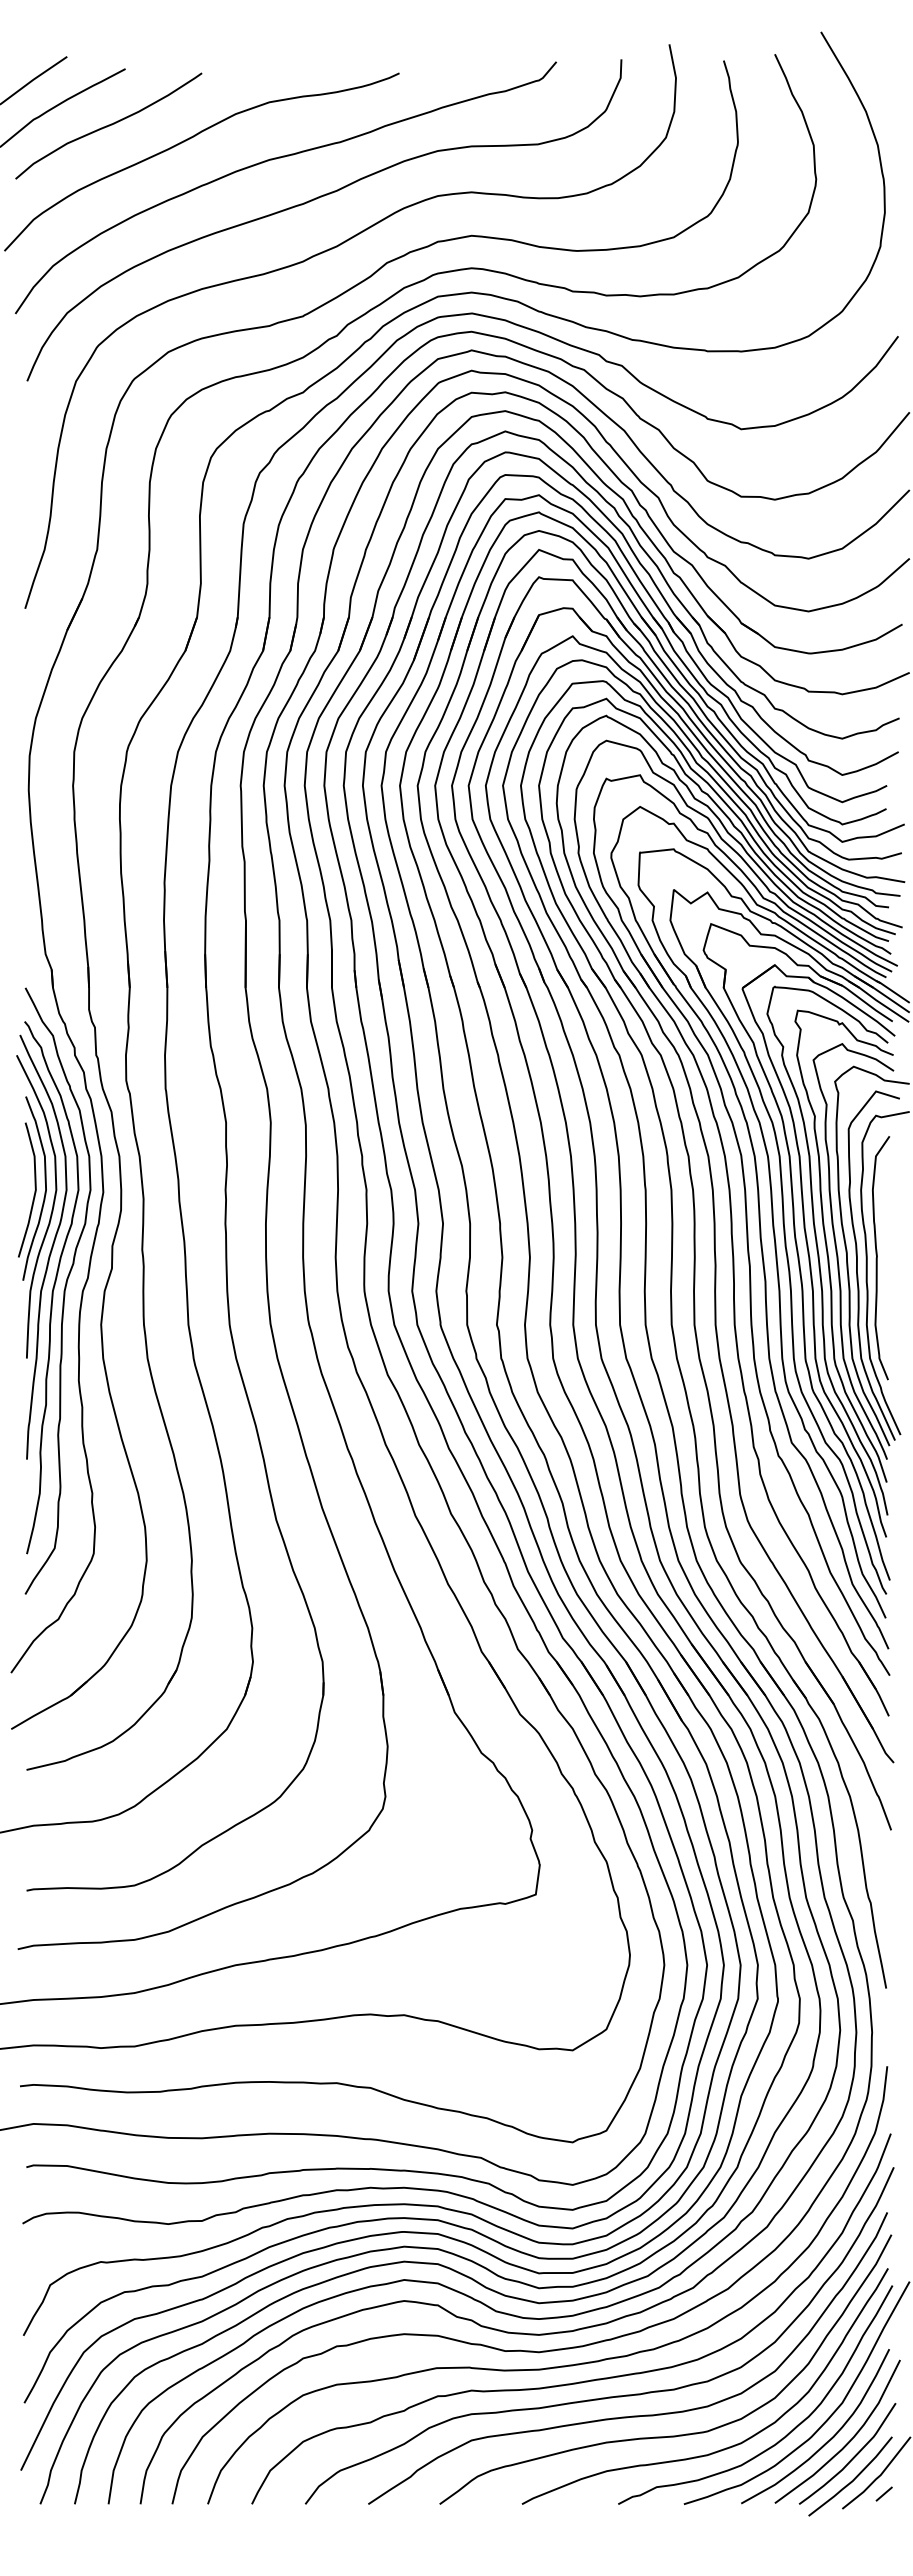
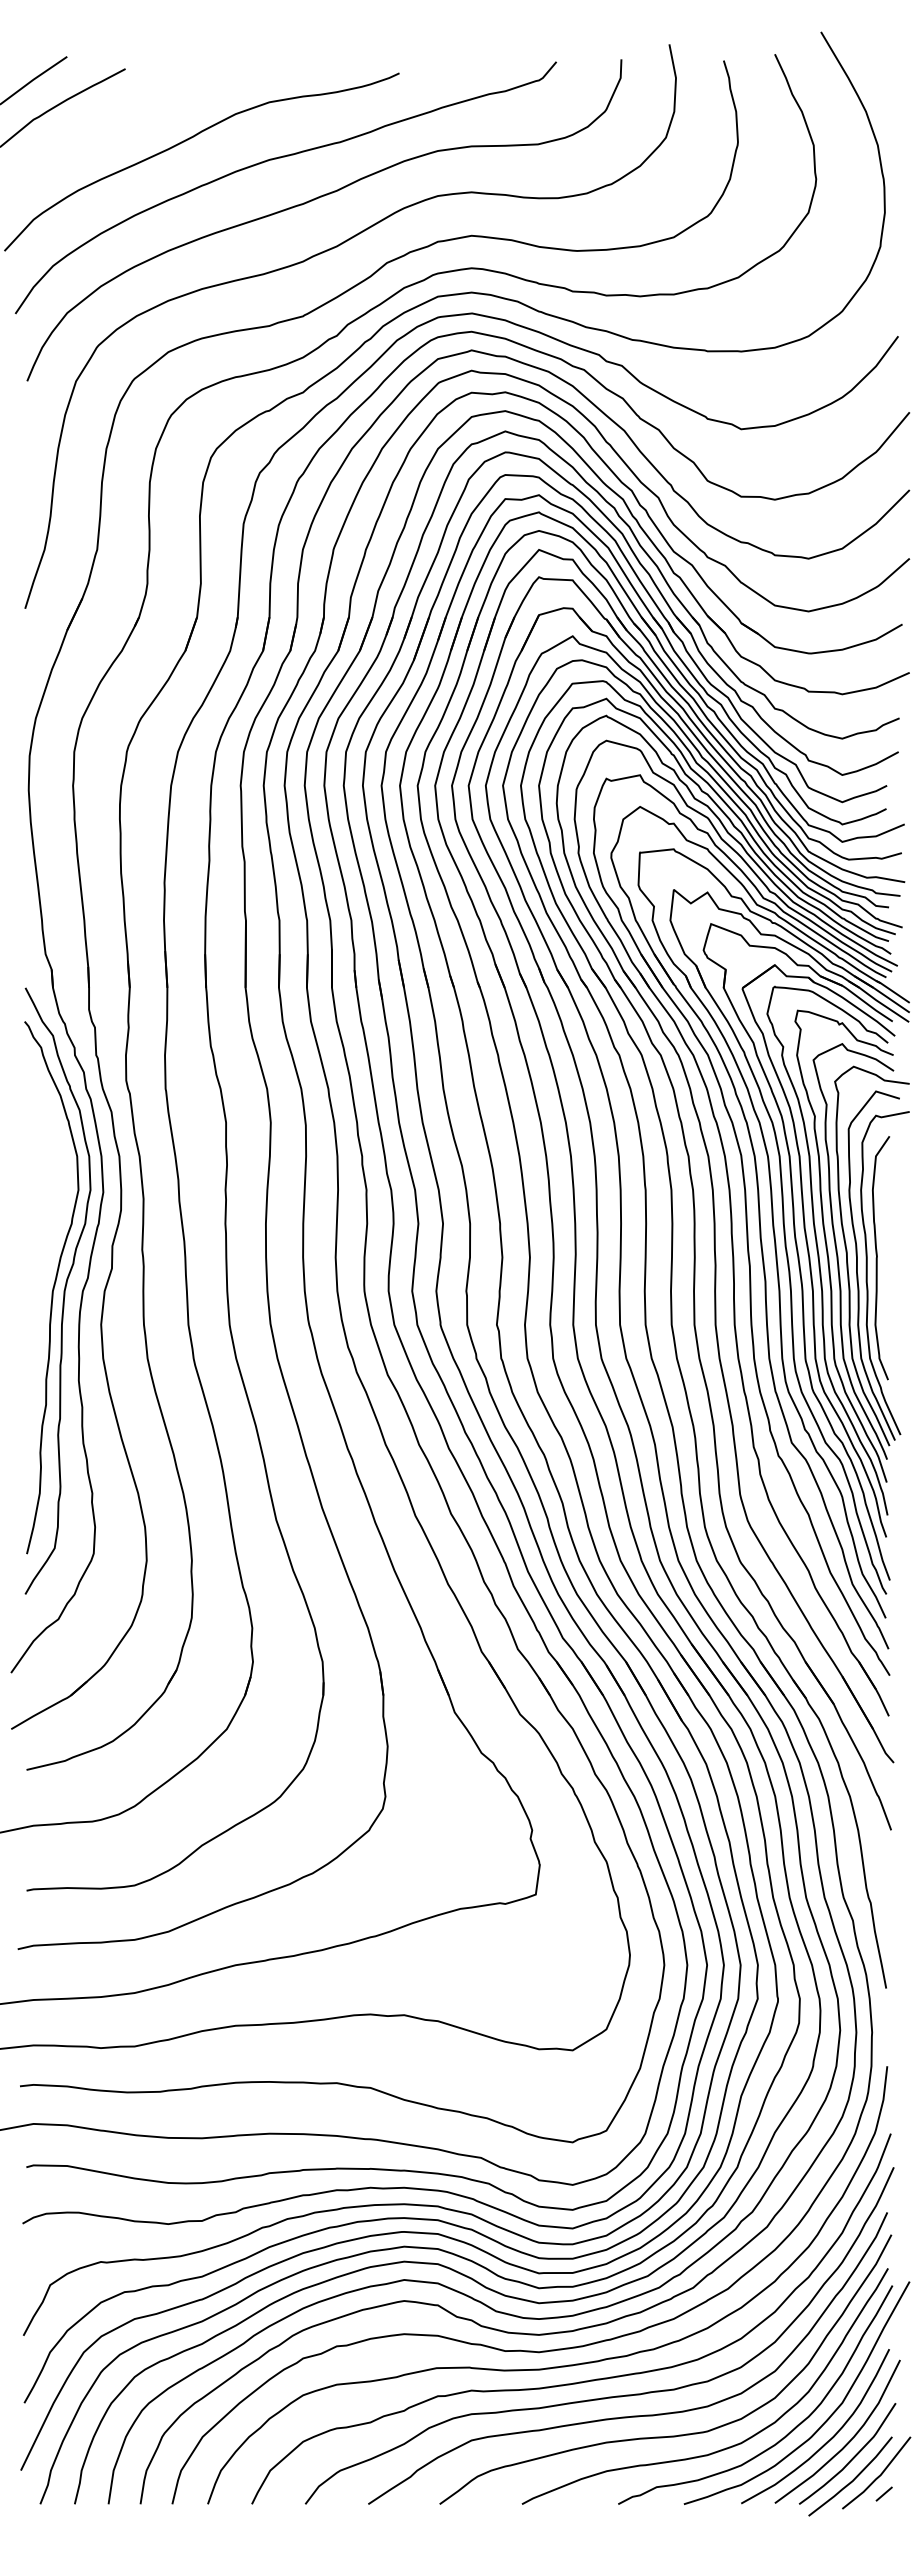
curve at (108, 125): present -> none
part at (41, 1246): present -> none
